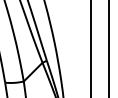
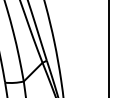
line at (91, 48): present -> none
